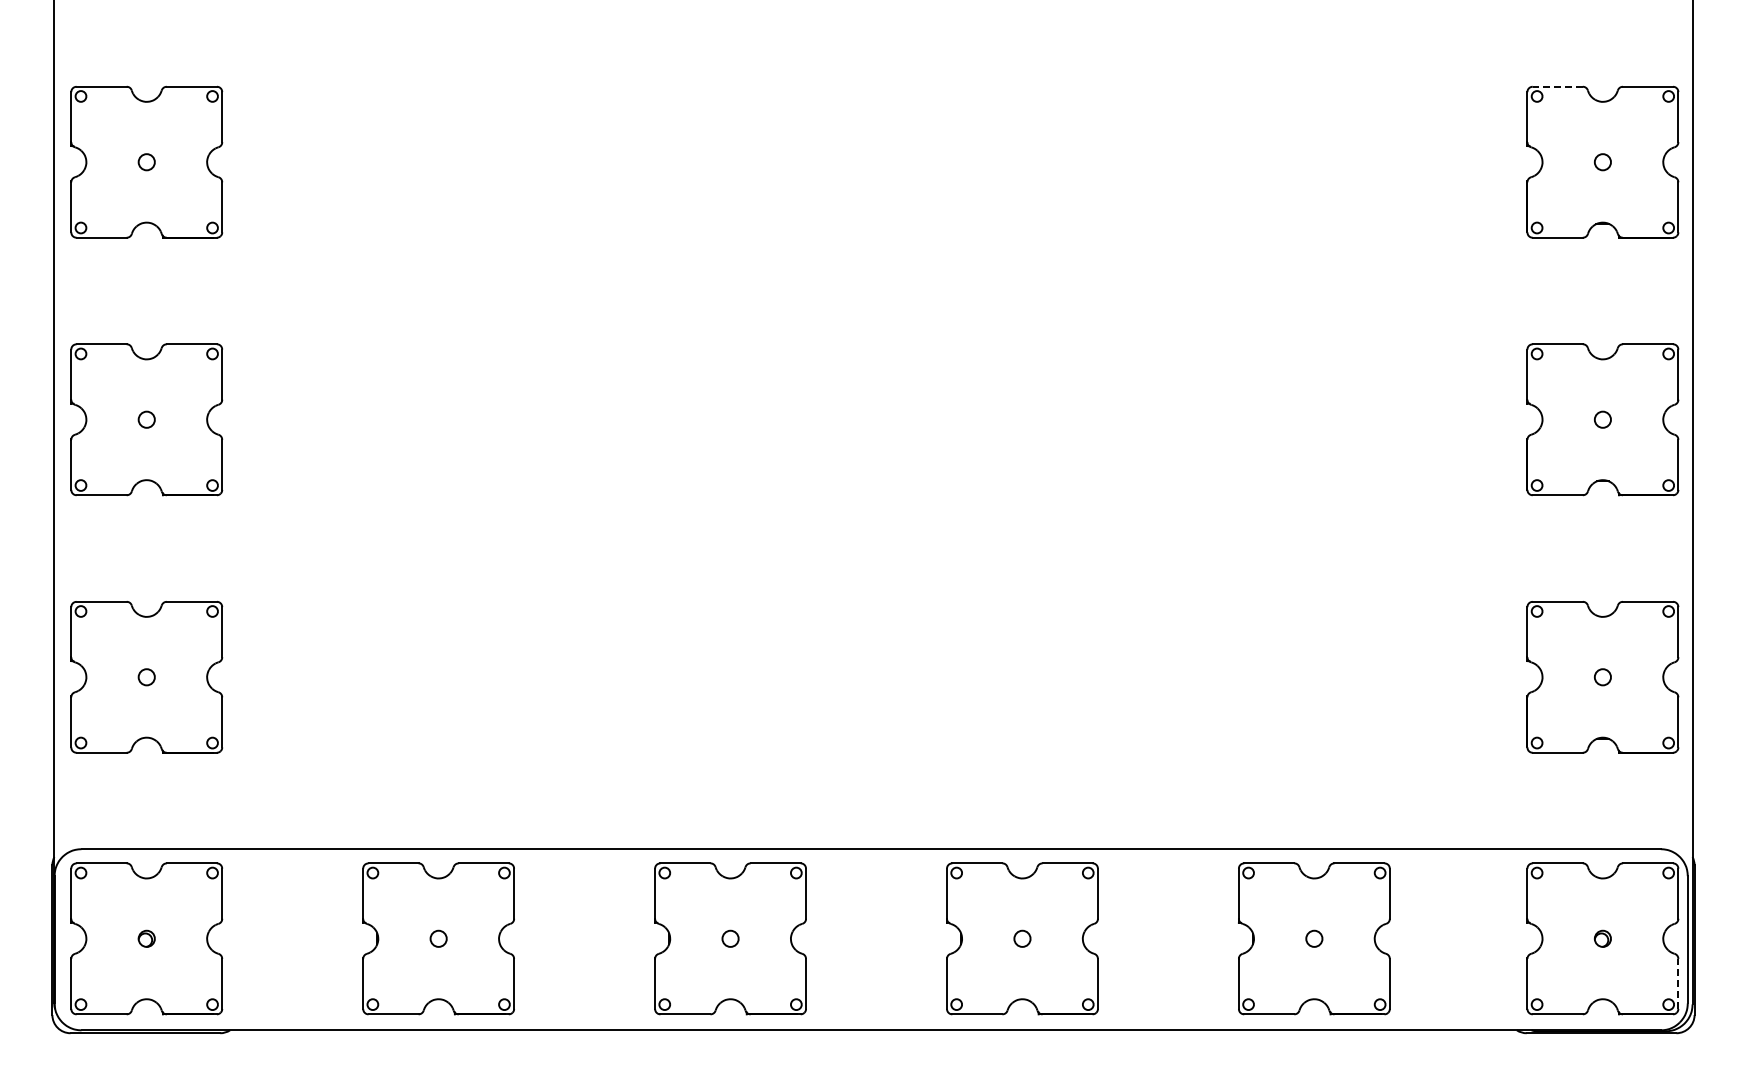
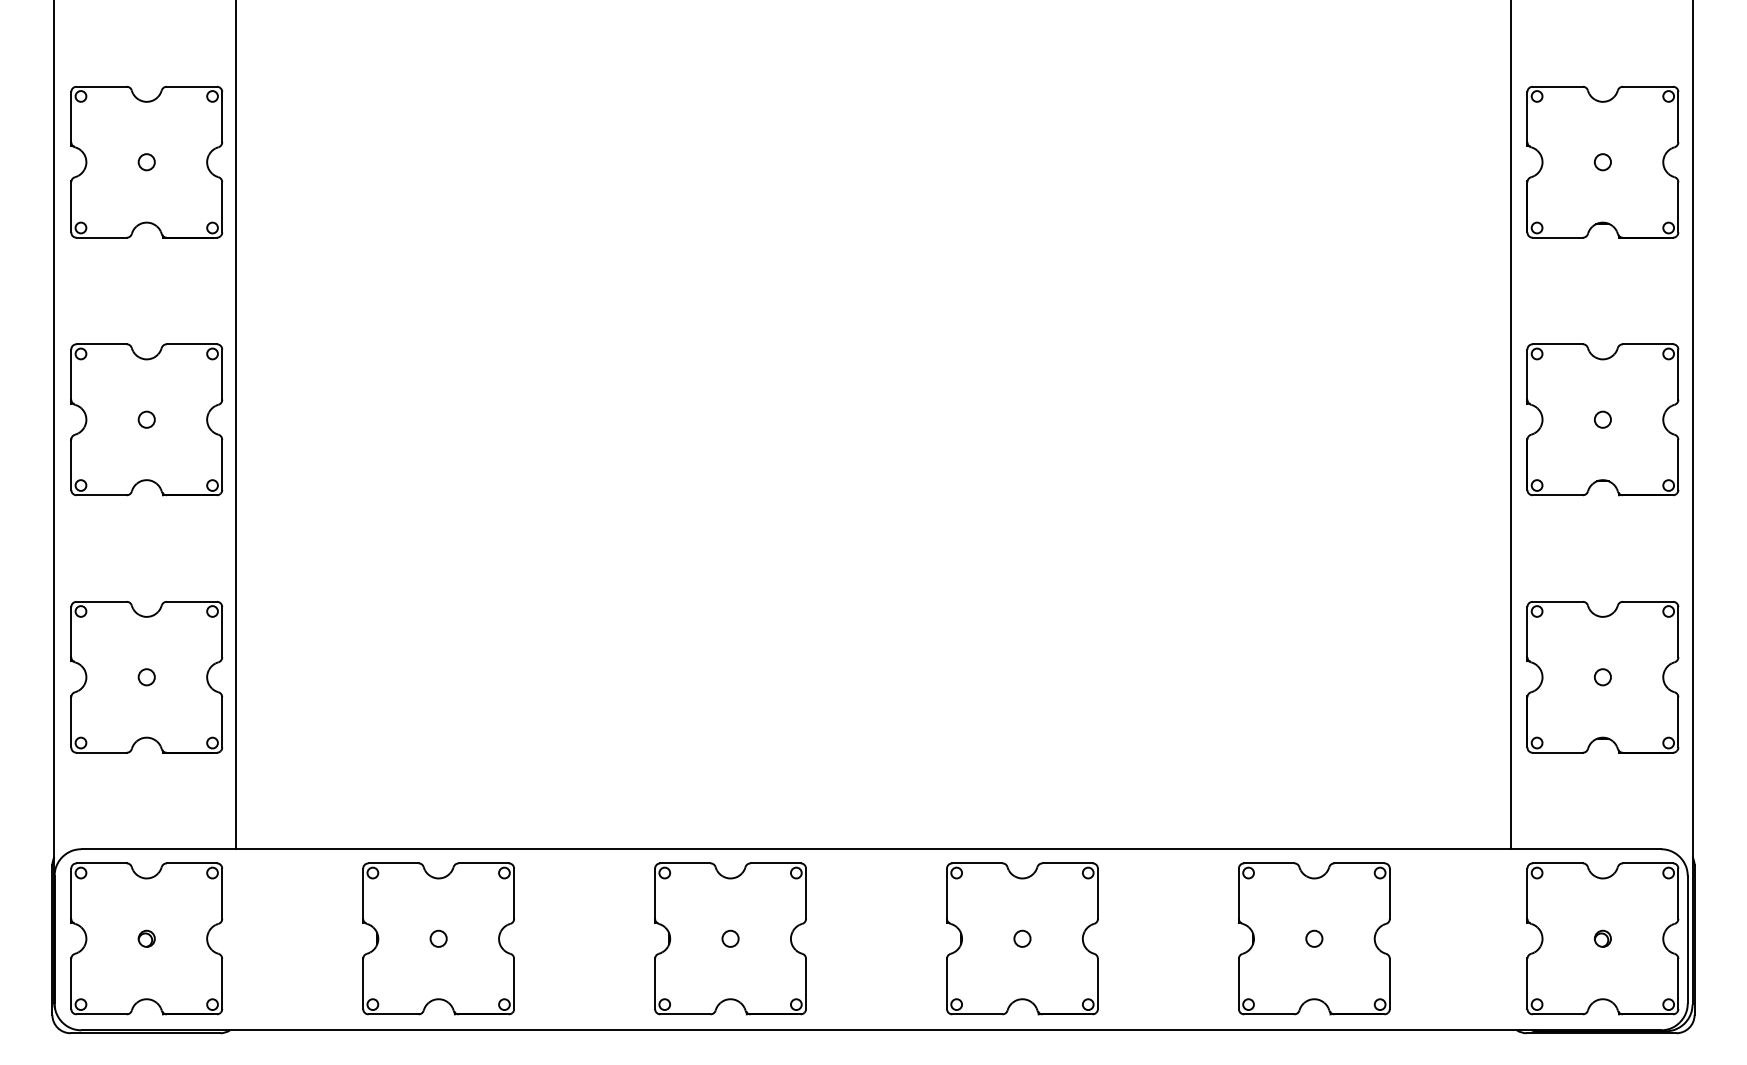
line at (1557, 86): dashed -> solid
line at (235, 425): none -> present
line at (1511, 425): none -> present
line at (1678, 983): dashed -> solid
